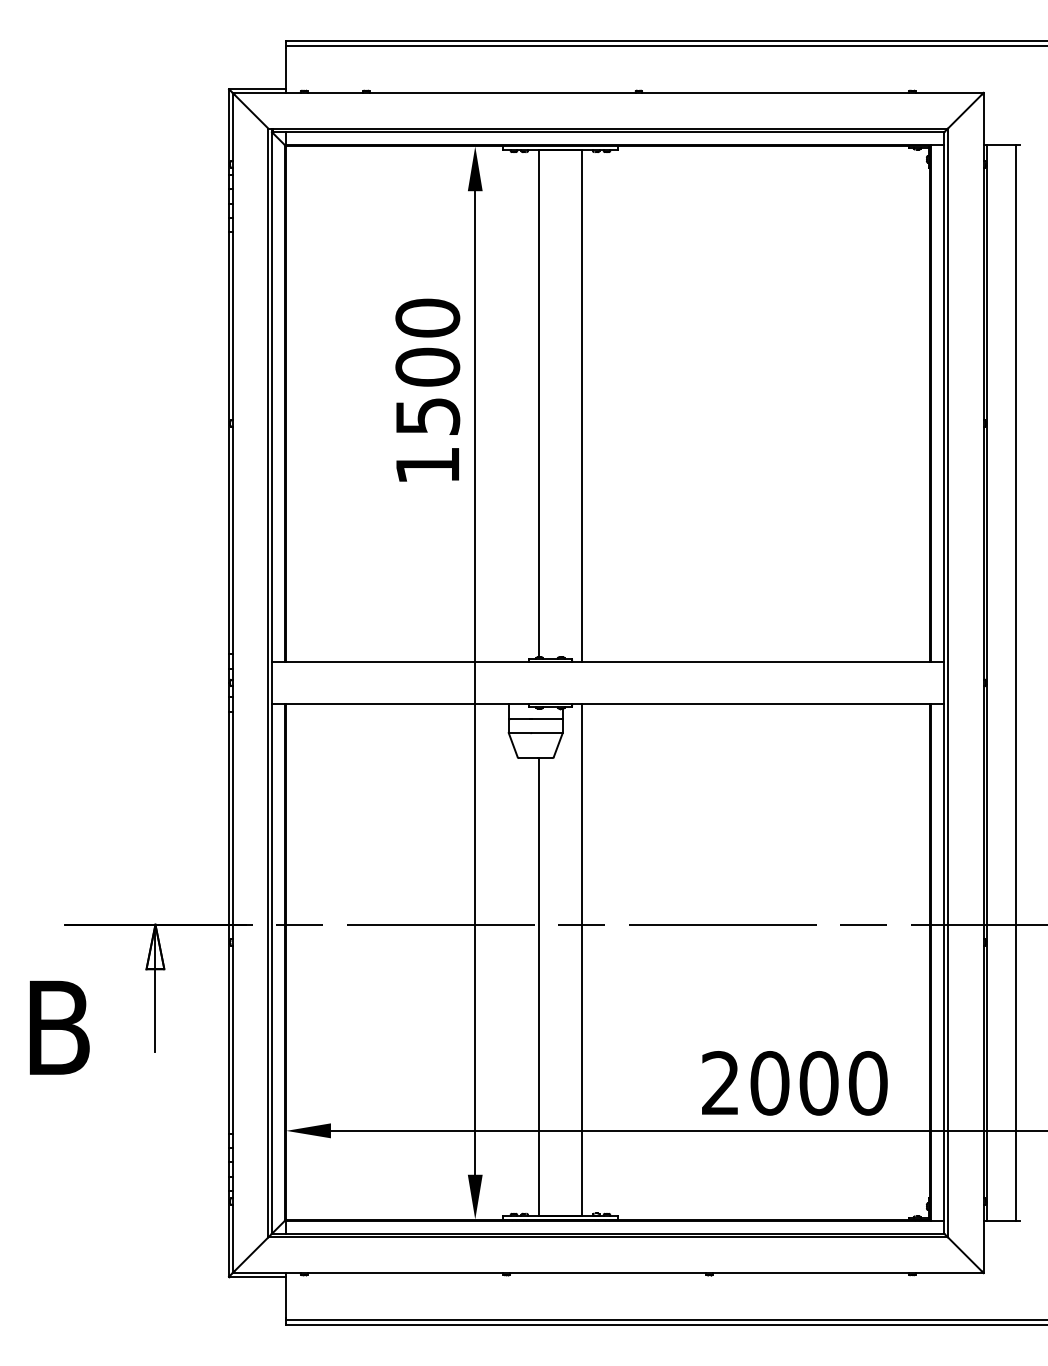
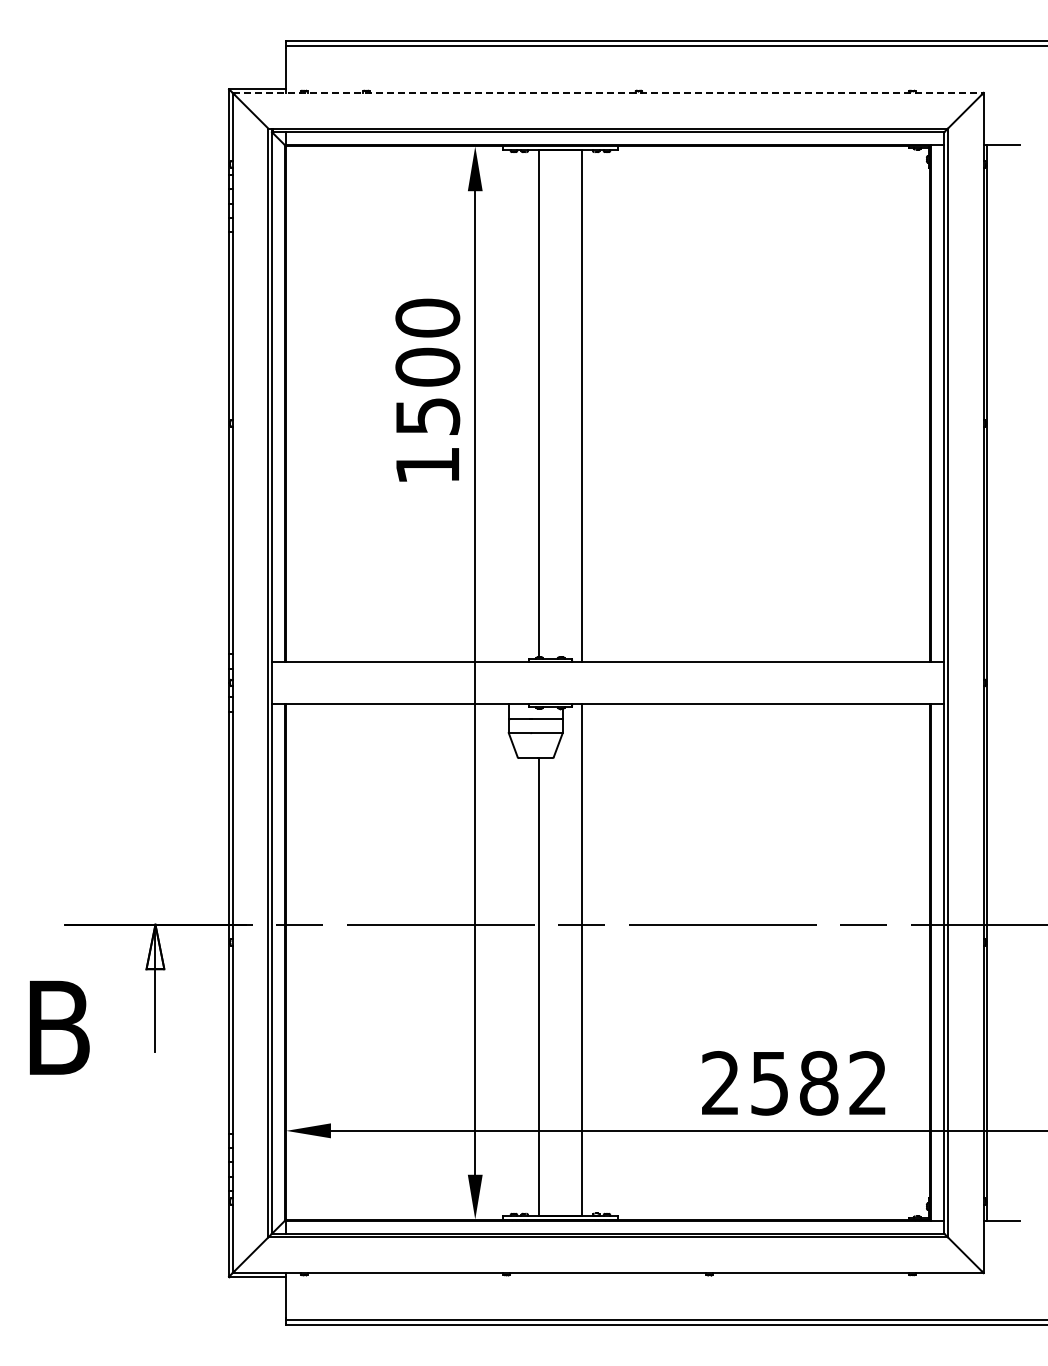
line at (608, 92): solid -> dashed
line at (1015, 682): present -> none
text at (818, 1083): 2000 -> 2582
